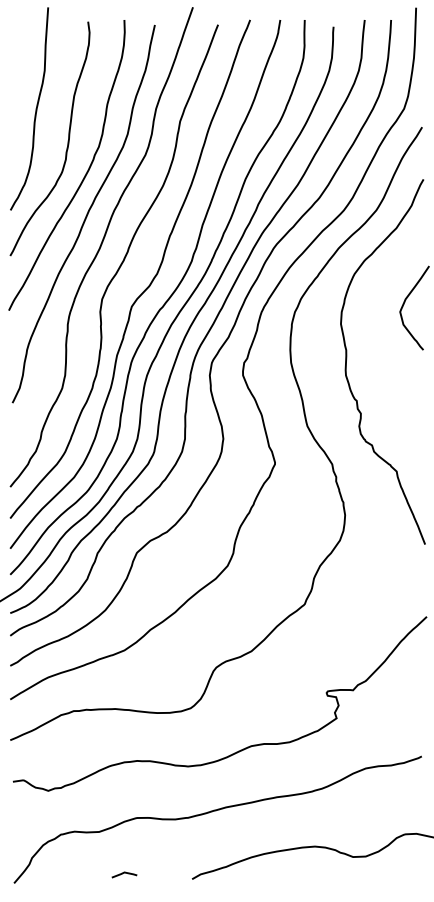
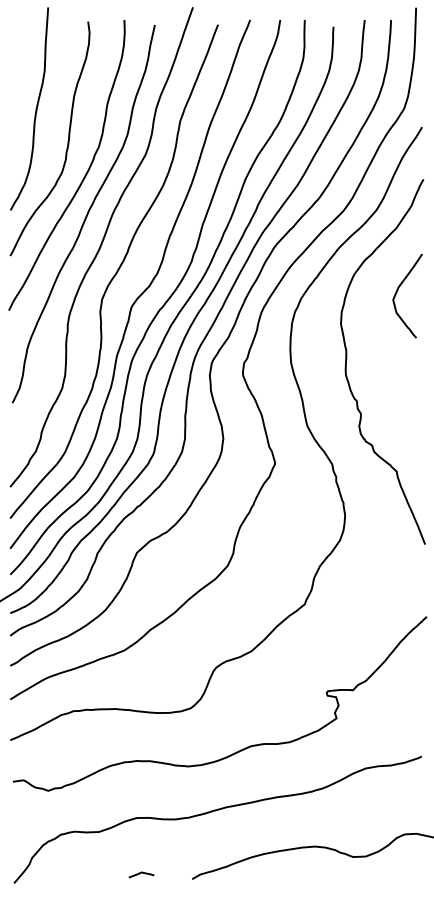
curve at (405, 302) position: (405, 302) -> (398, 290)
line at (124, 873) position: (124, 873) -> (141, 873)
